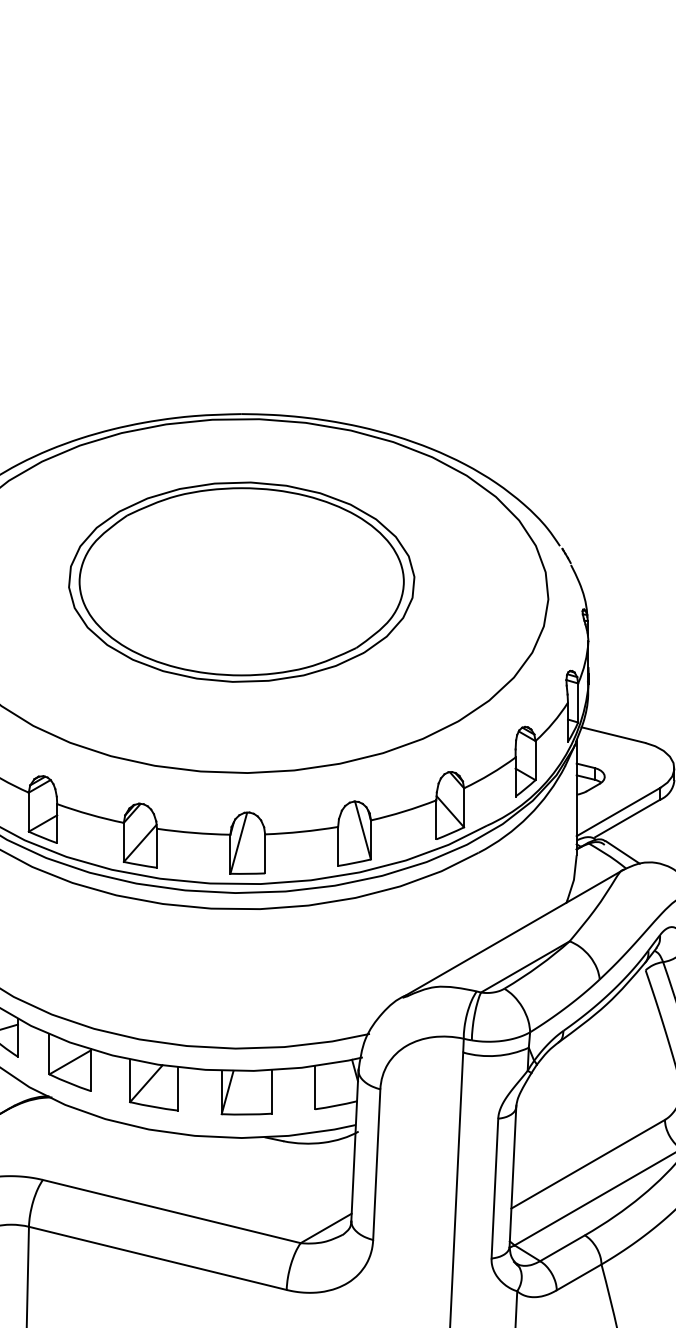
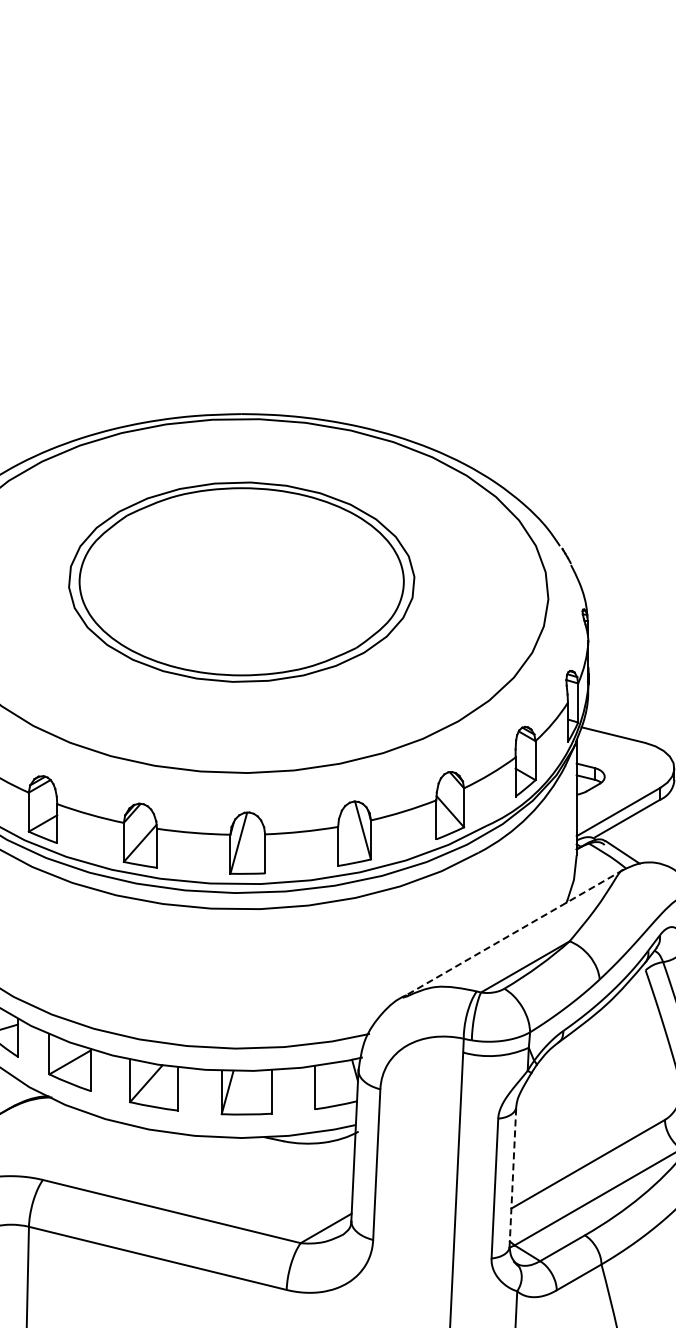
line at (512, 933): solid -> dashed
line at (512, 1176): solid -> dashed
